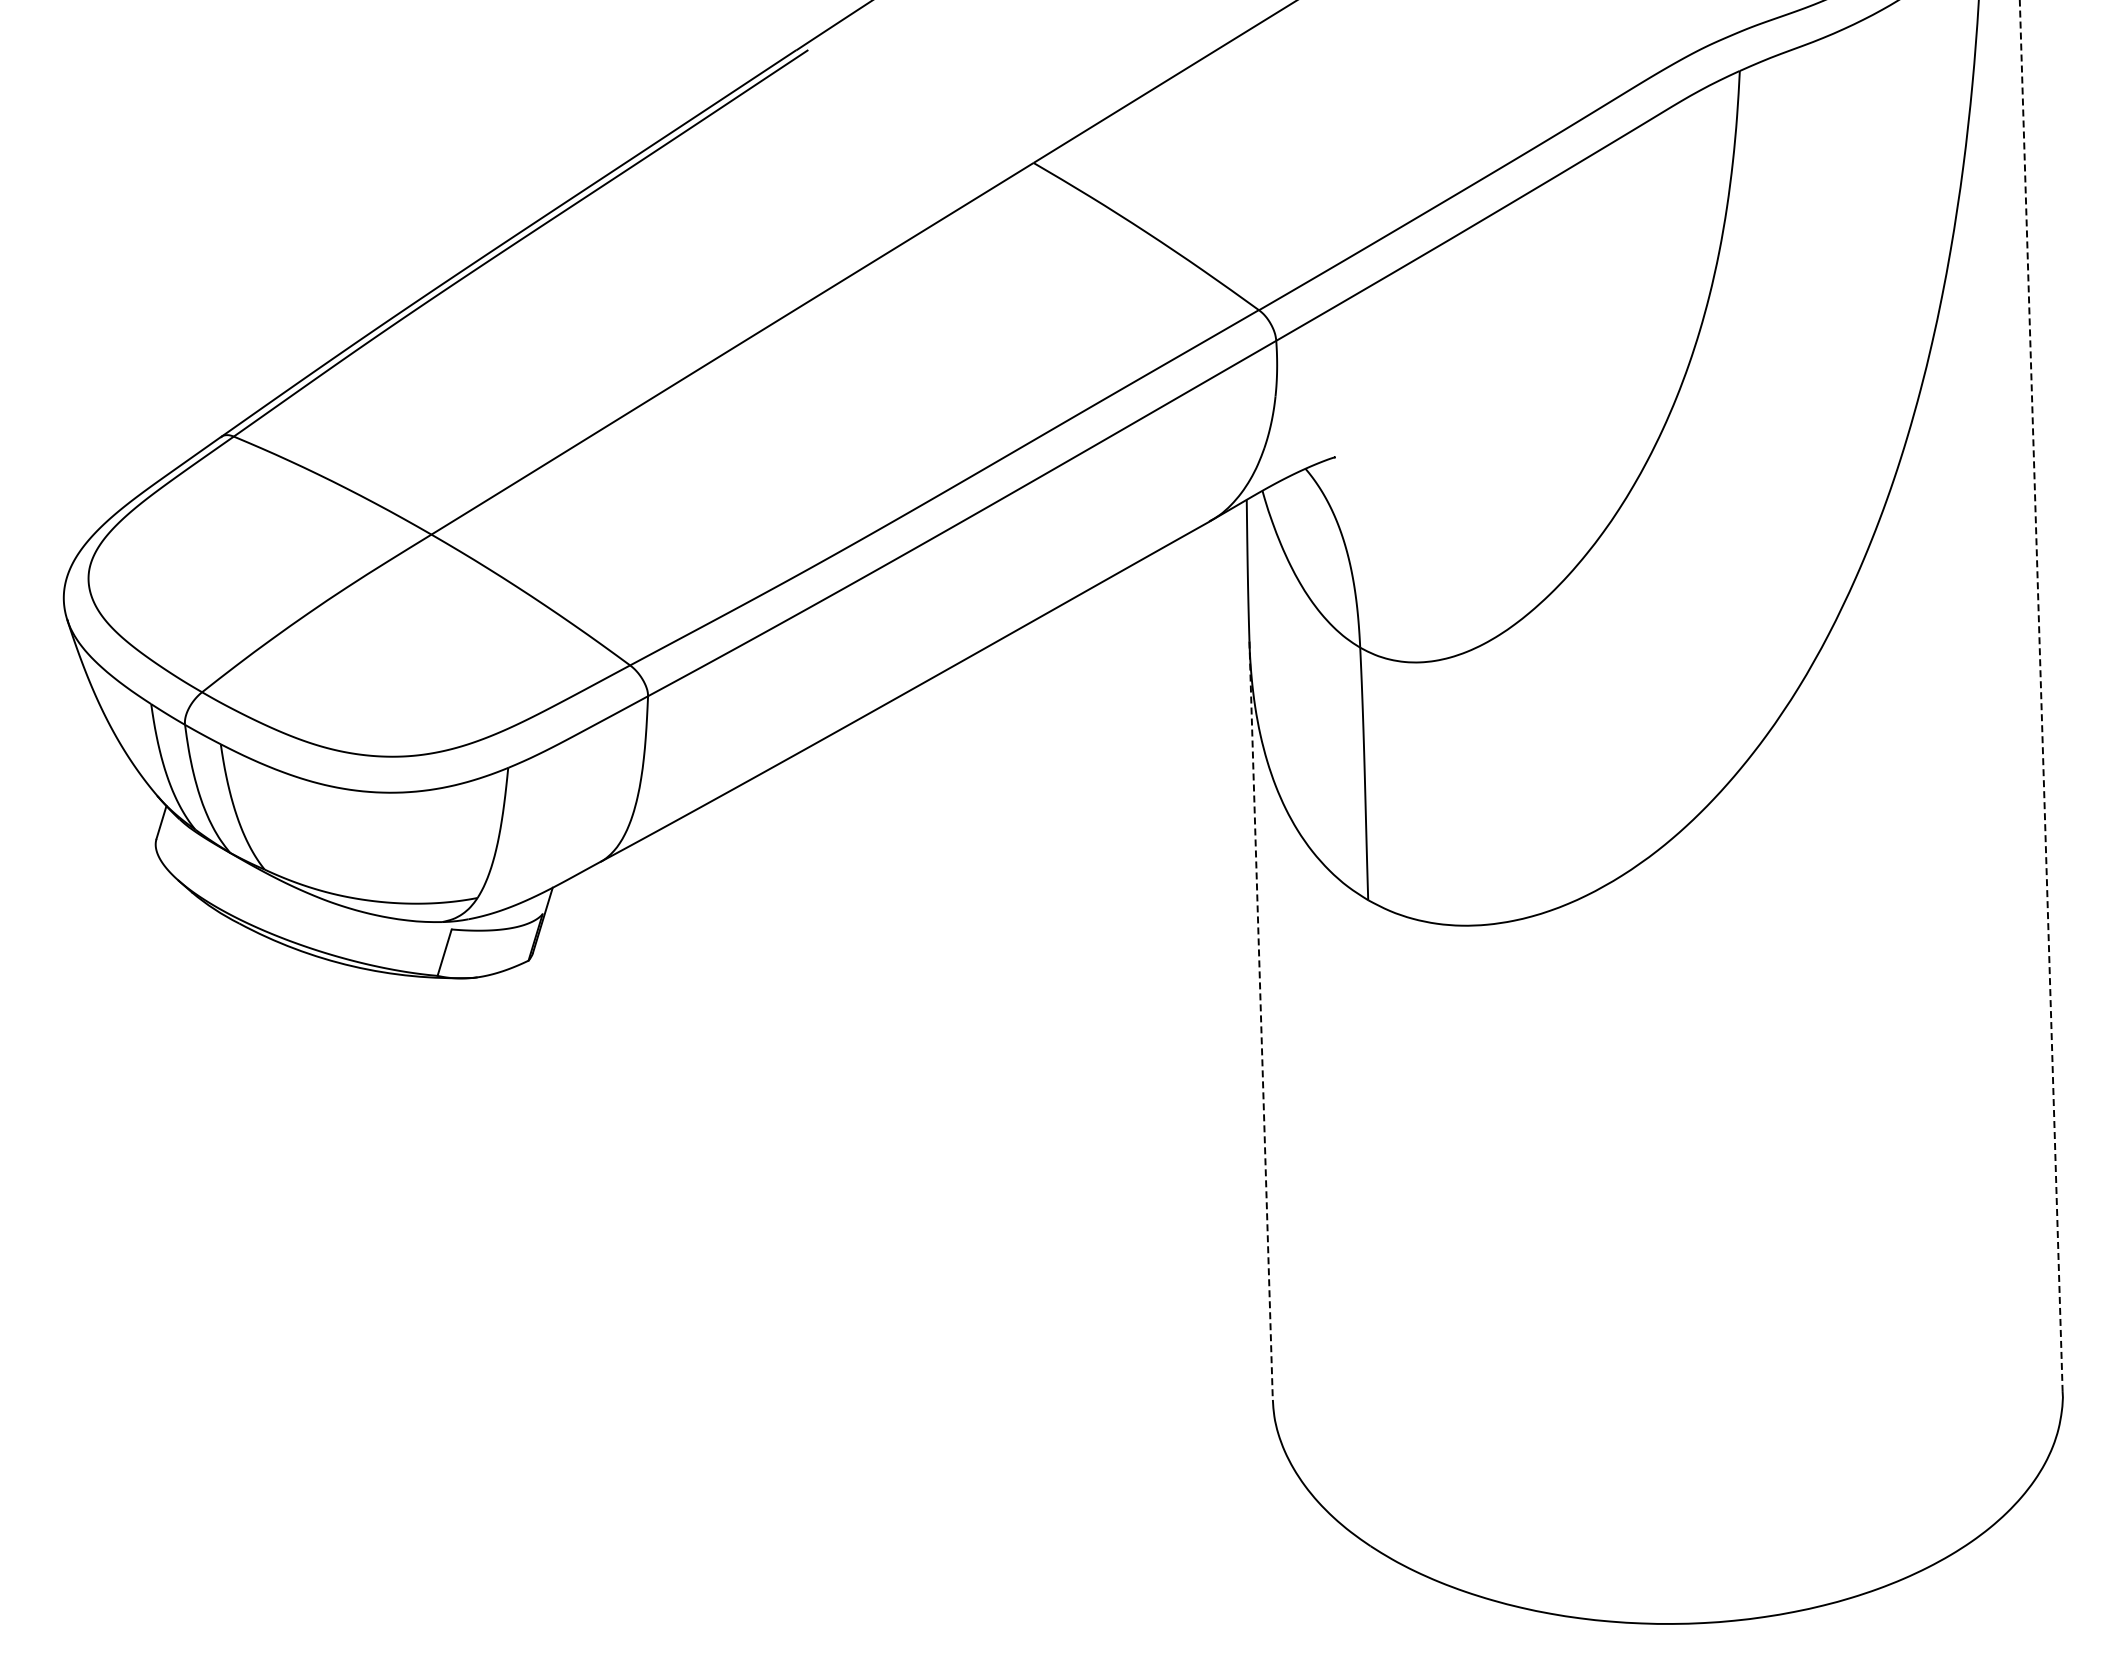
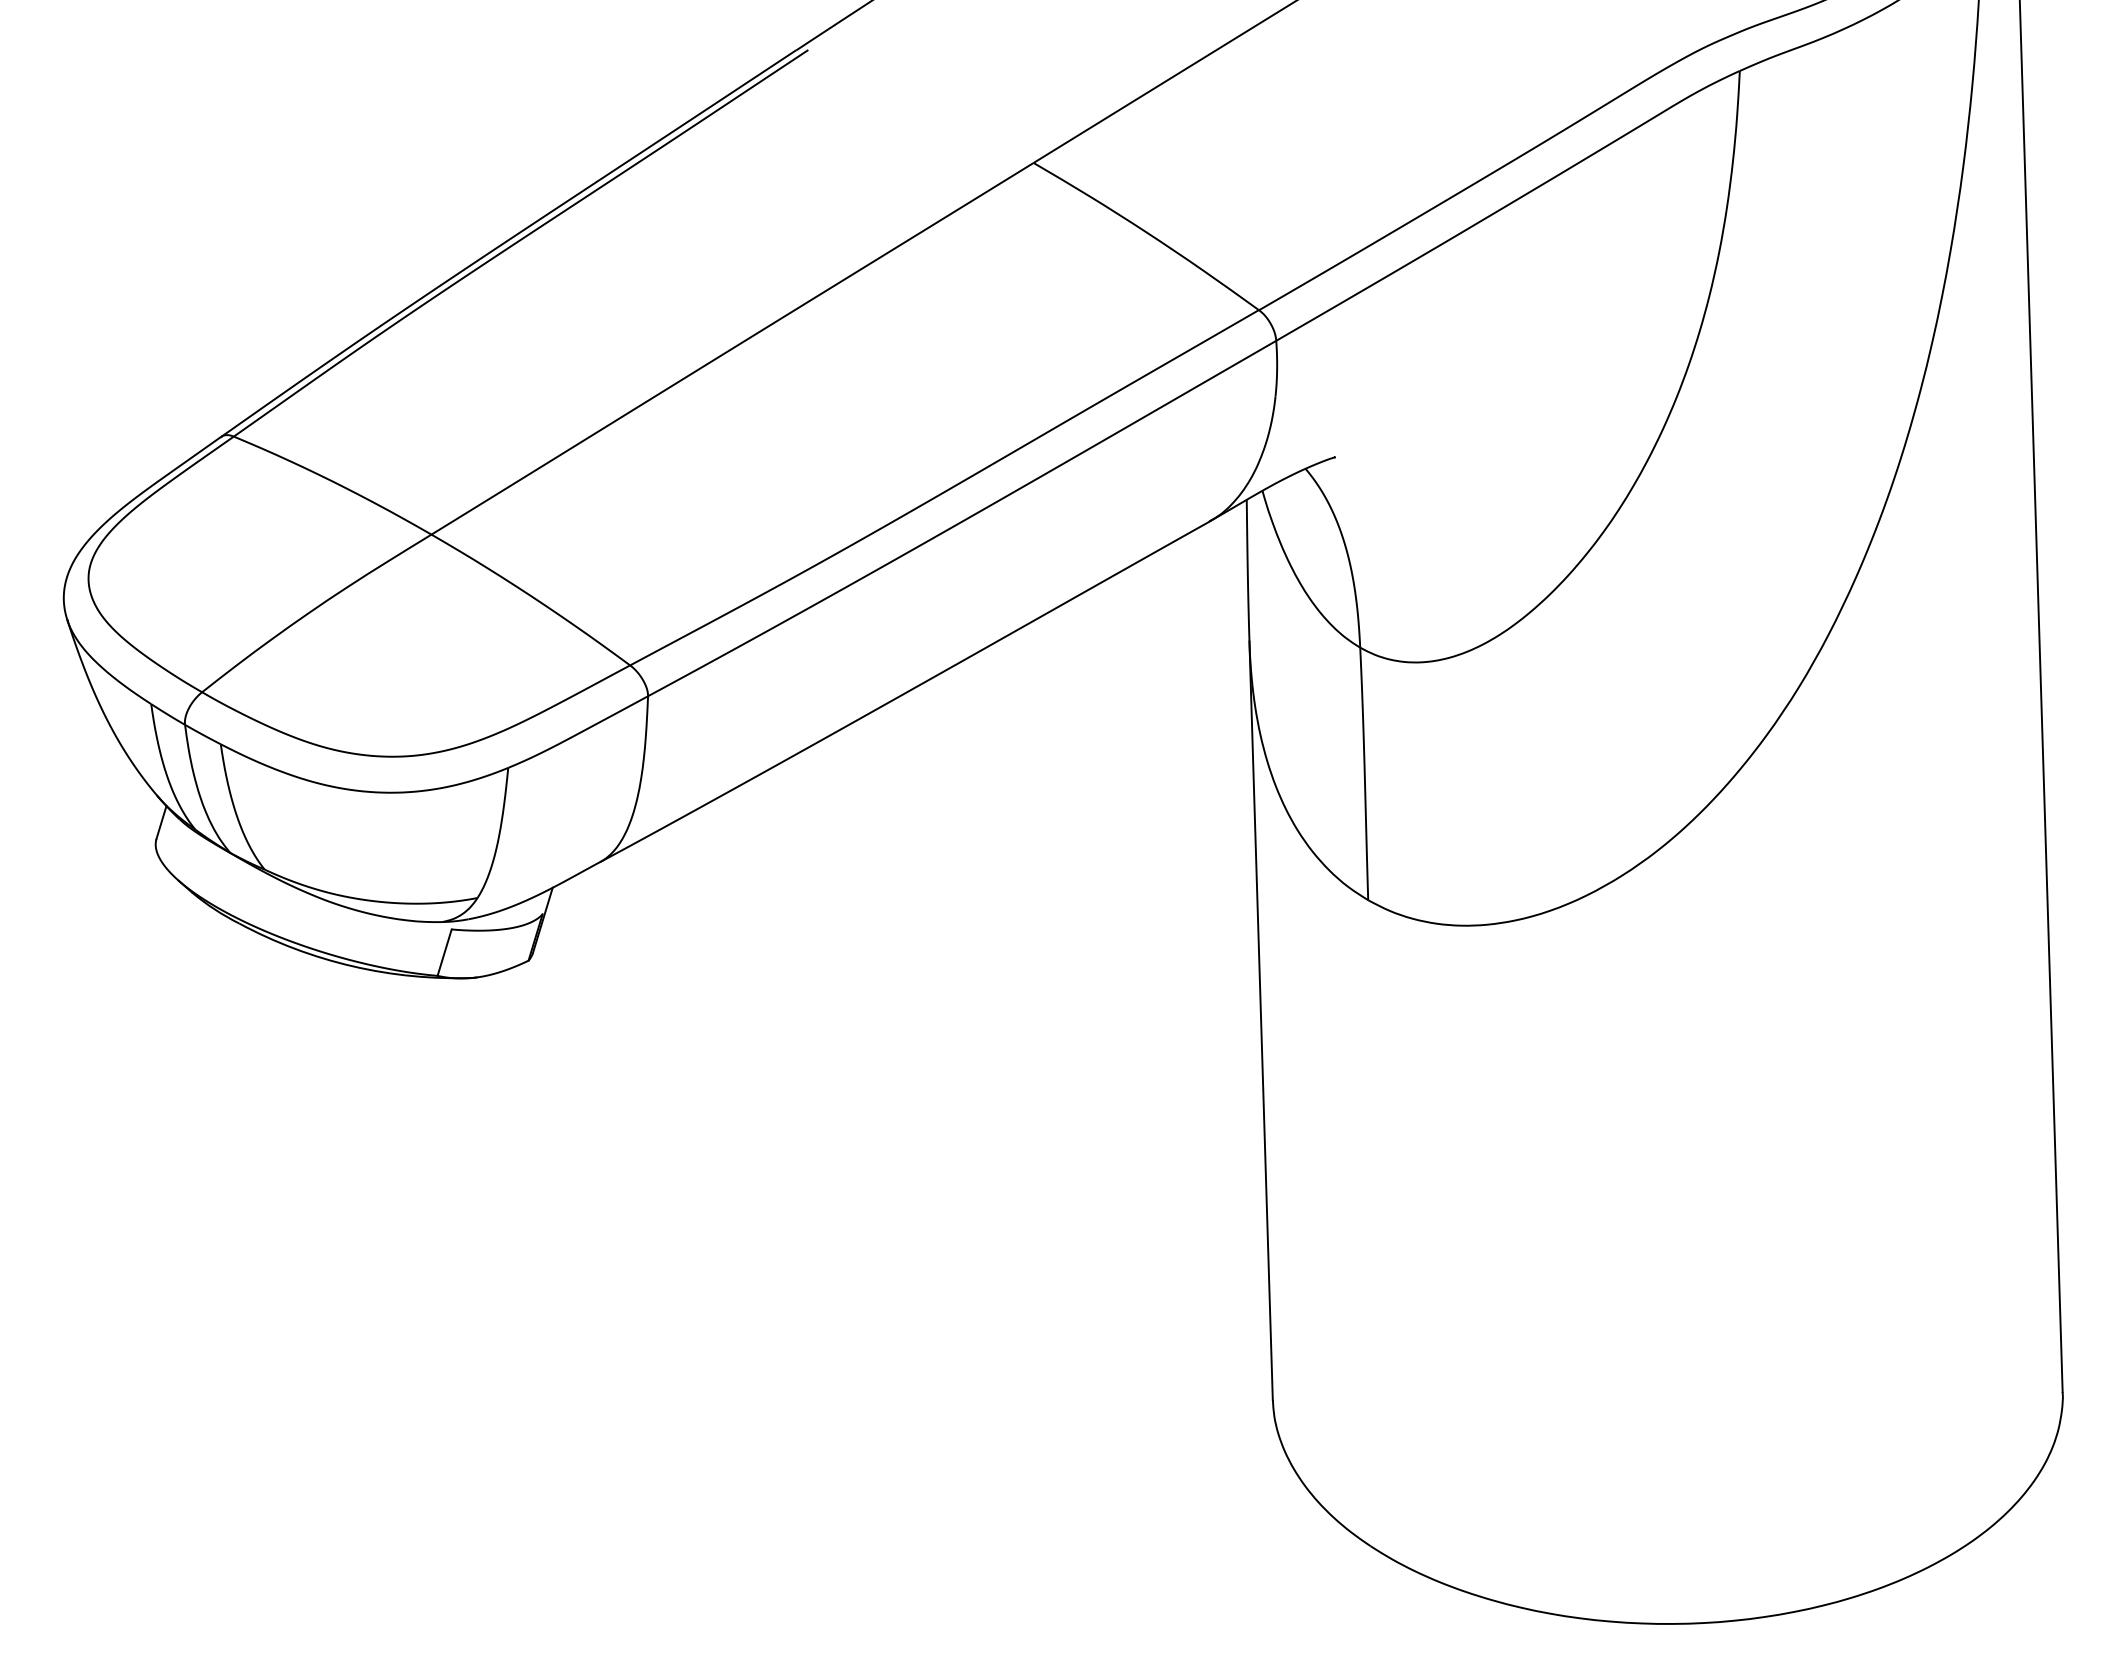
line at (2041, 696): dashed -> solid
line at (1261, 1021): dashed -> solid
